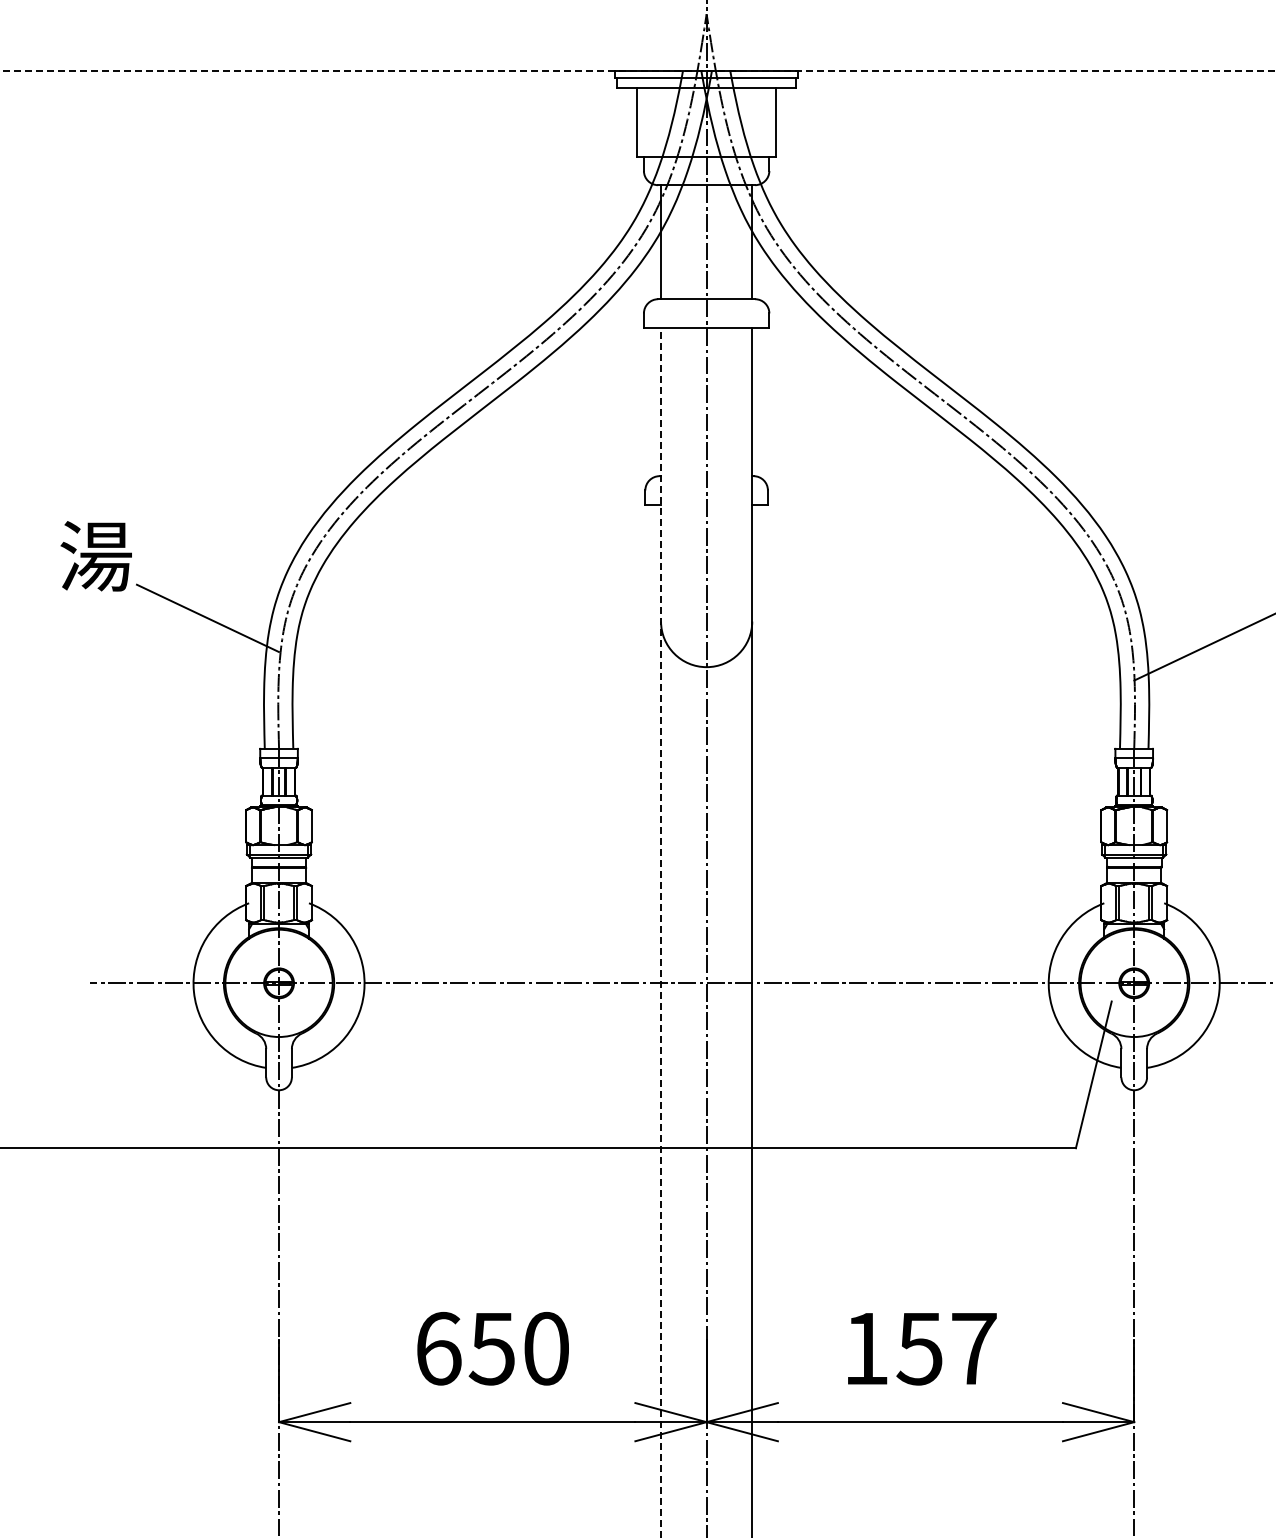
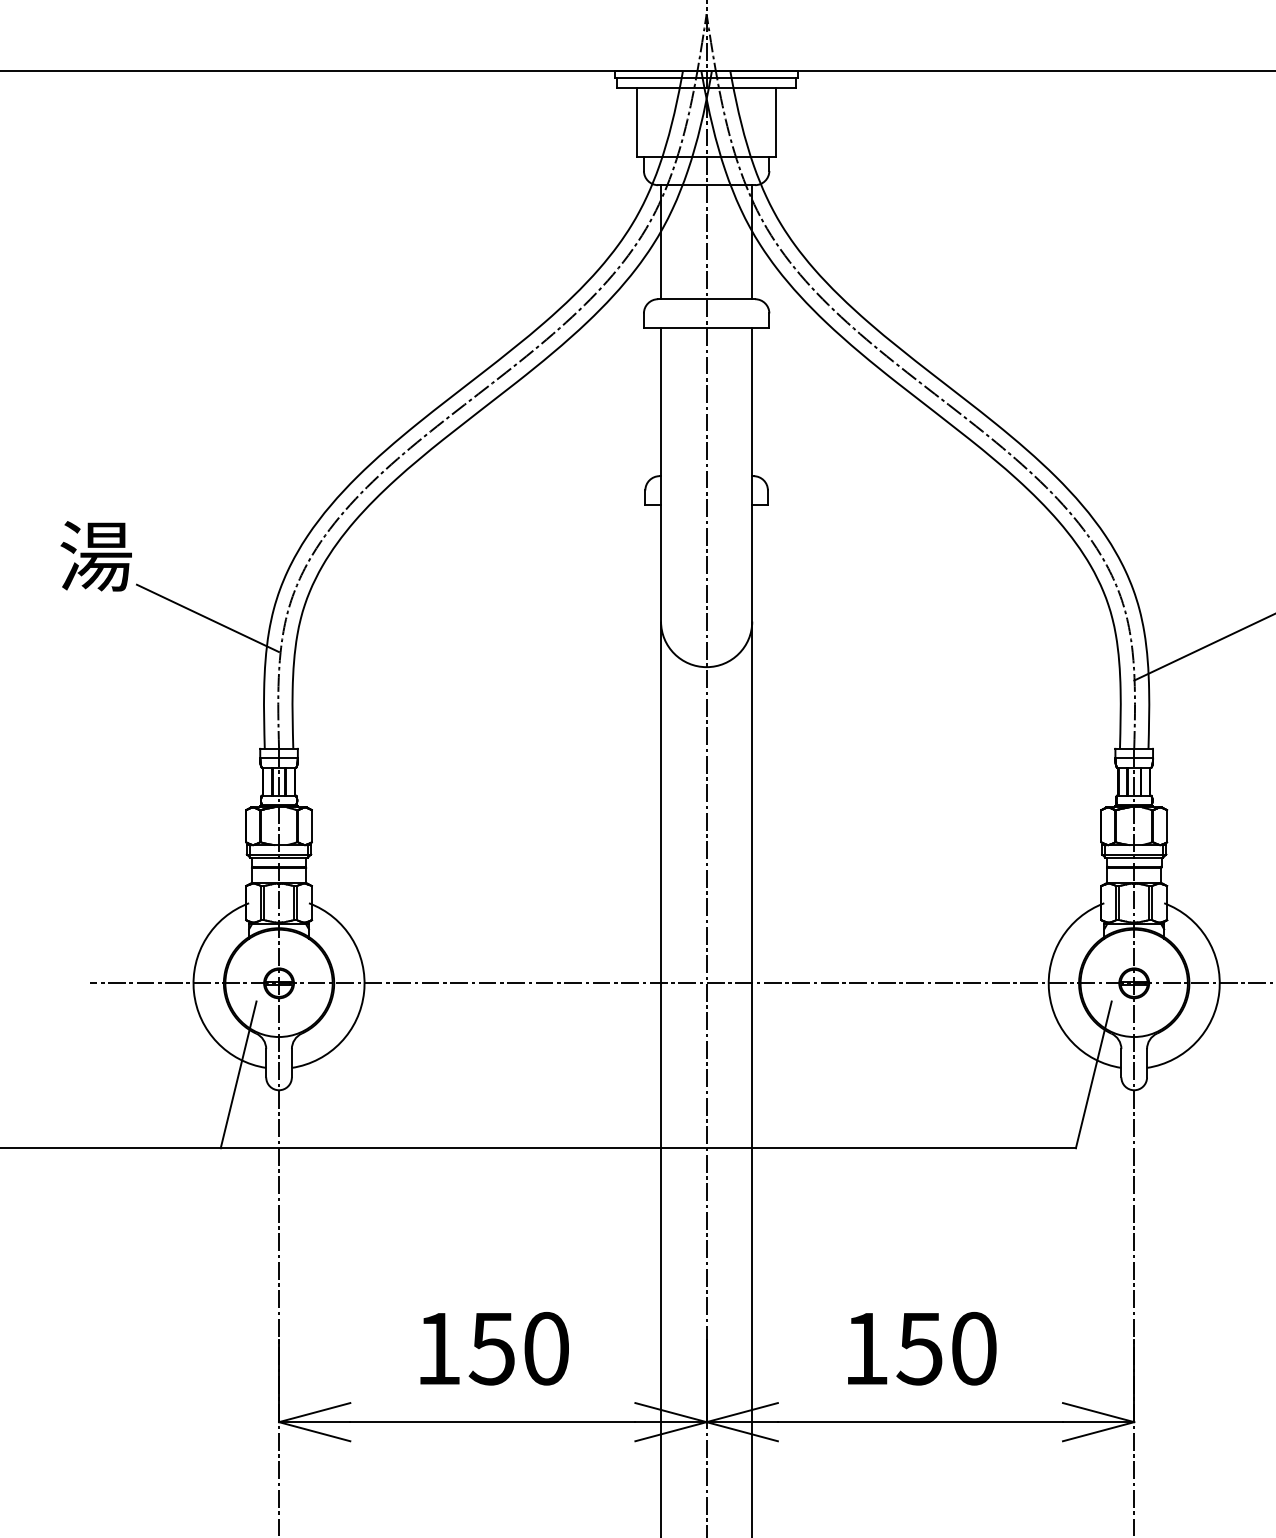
line at (637, 71): dashed -> solid
line at (661, 932): dashed -> solid
line at (238, 1074): none -> present
text at (439, 1348): 650 -> 150
text at (974, 1348): 157 -> 150
